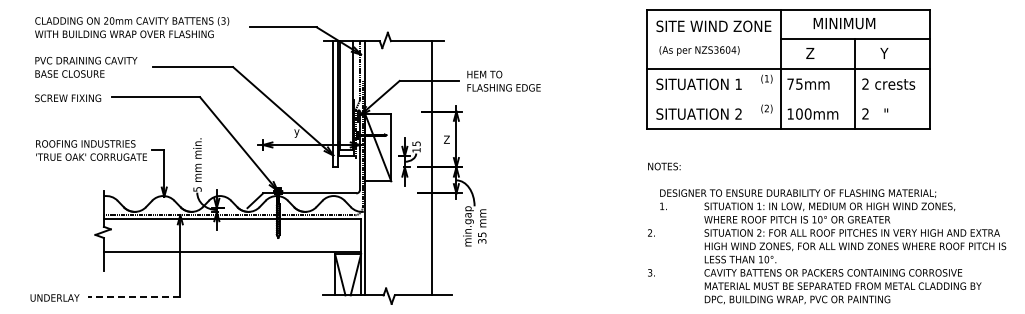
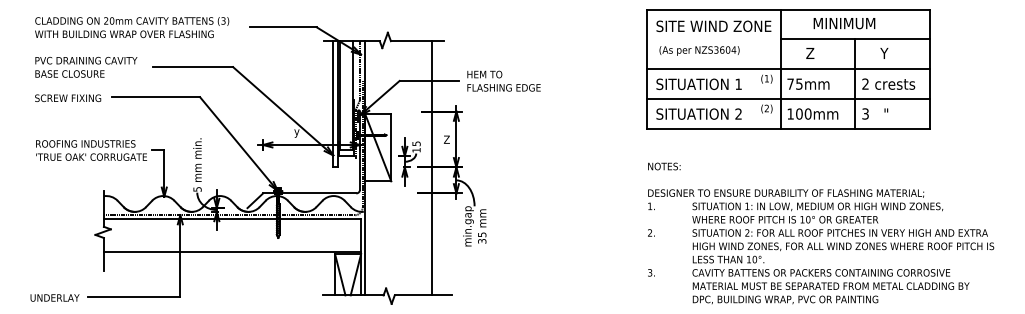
line at (787, 99): none -> present
text at (865, 114): 2 -> 3
text at (833, 246) position: (833, 246) -> (821, 246)
line at (133, 296): dashed -> solid
